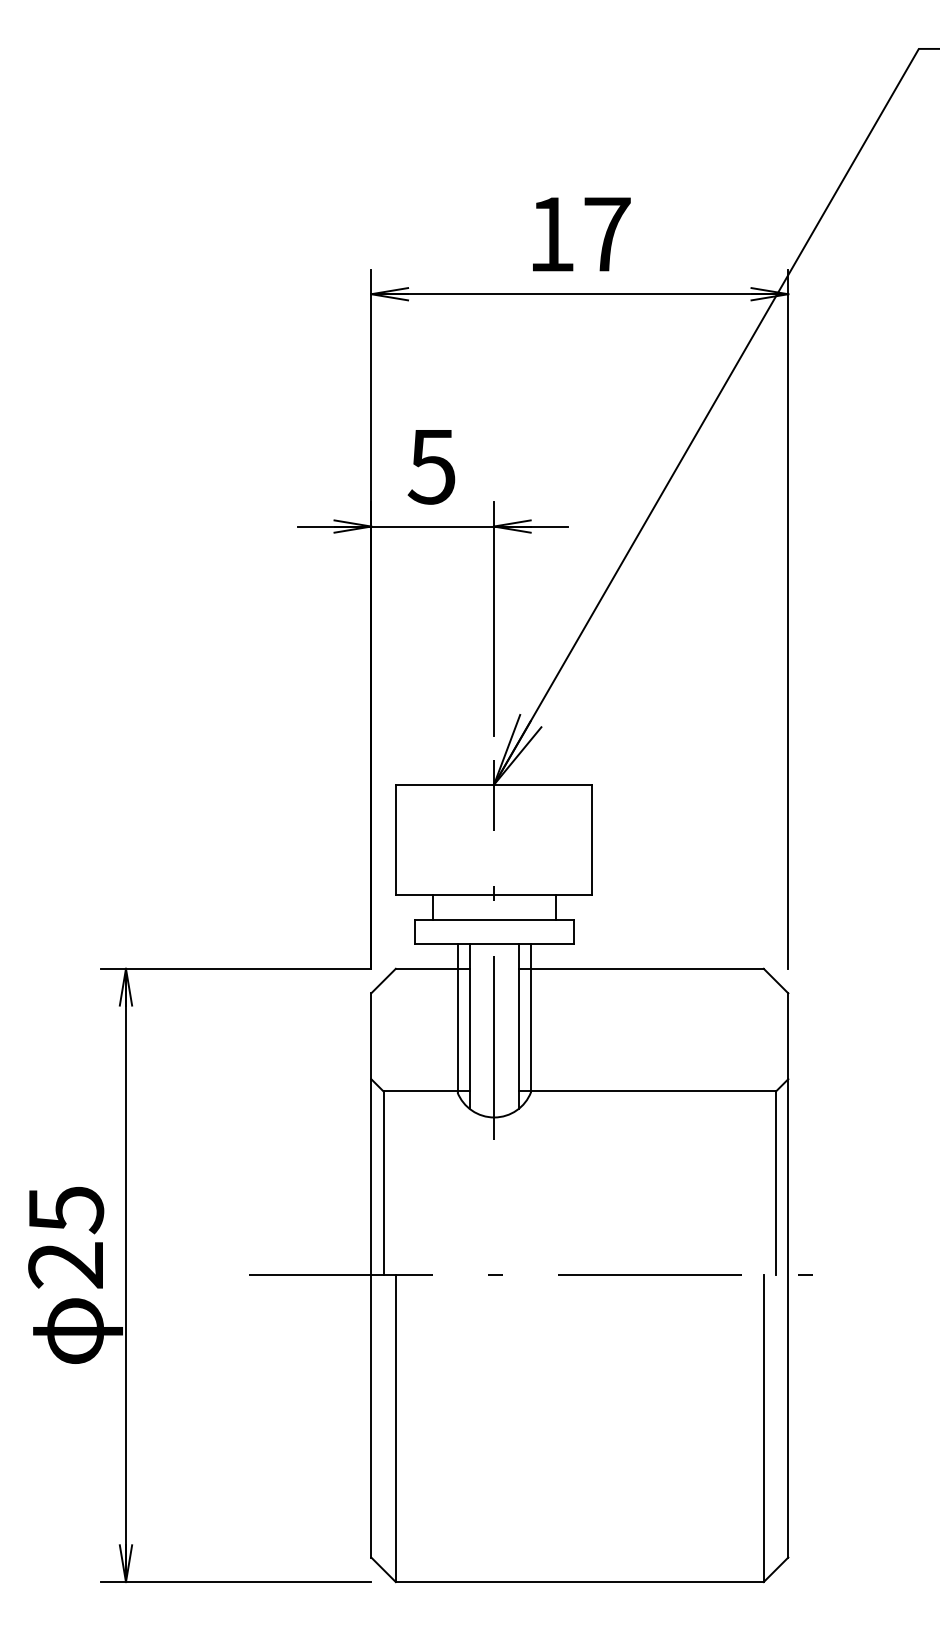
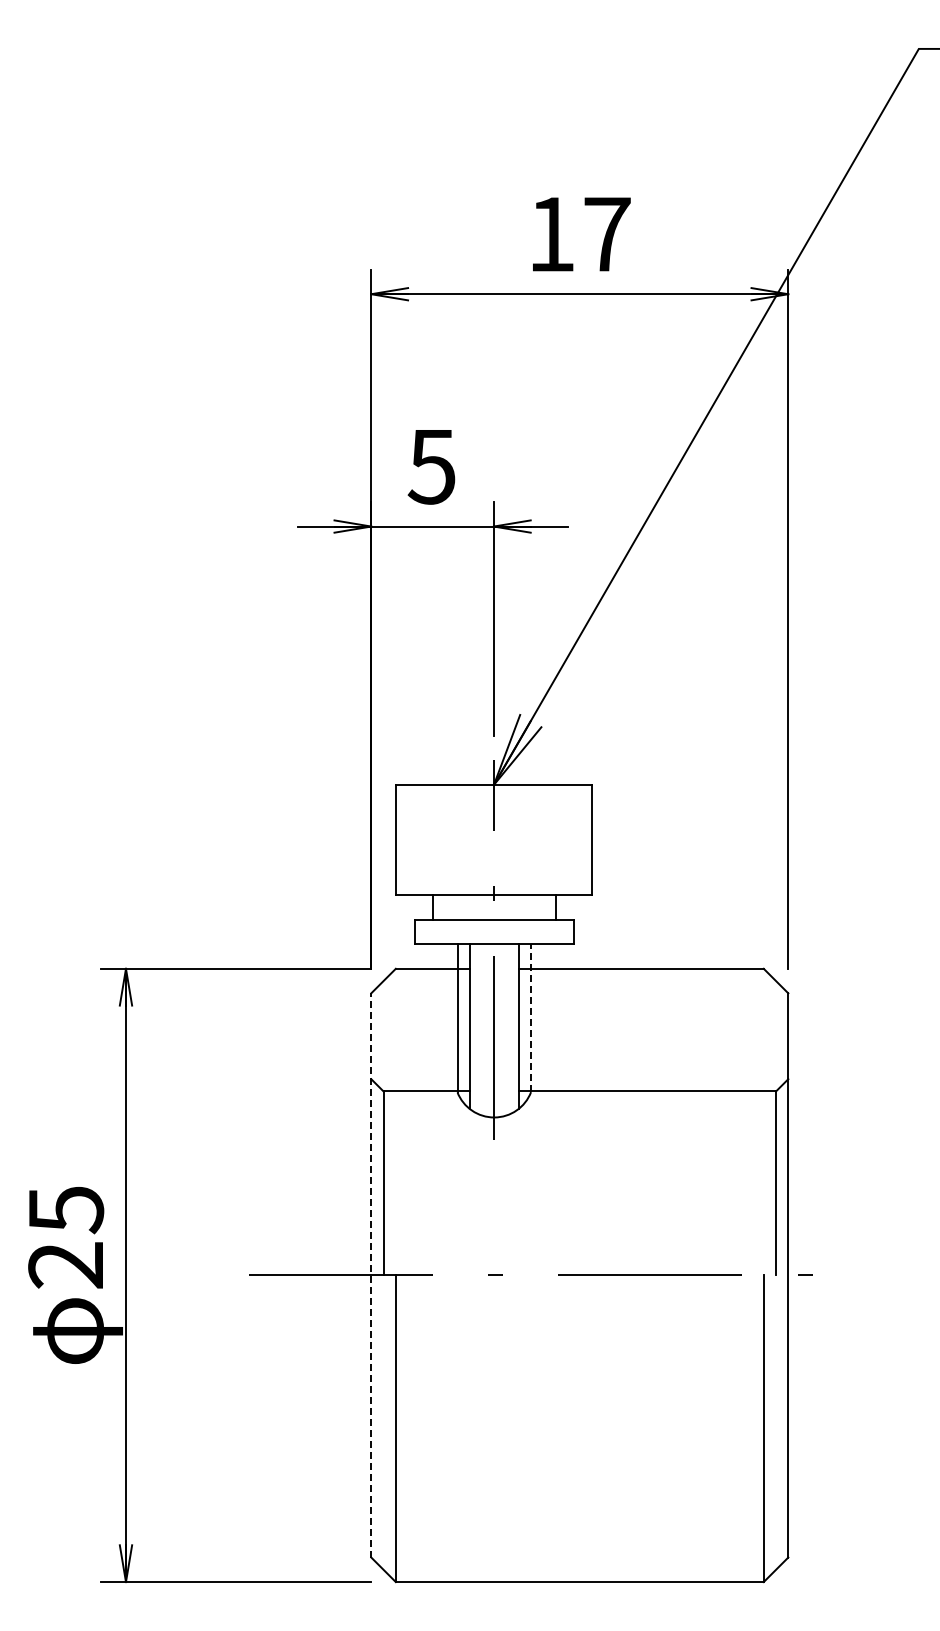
line at (531, 1018): solid -> dashed
line at (371, 1274): solid -> dashed
